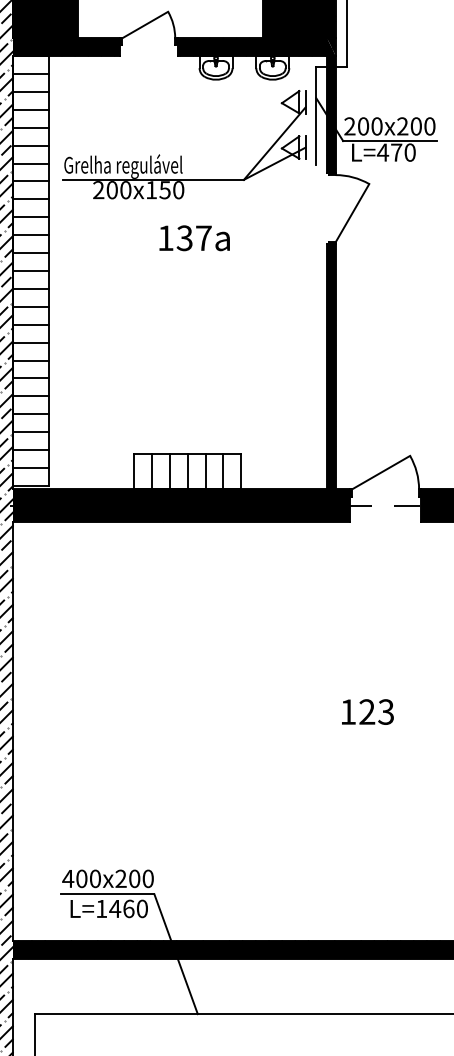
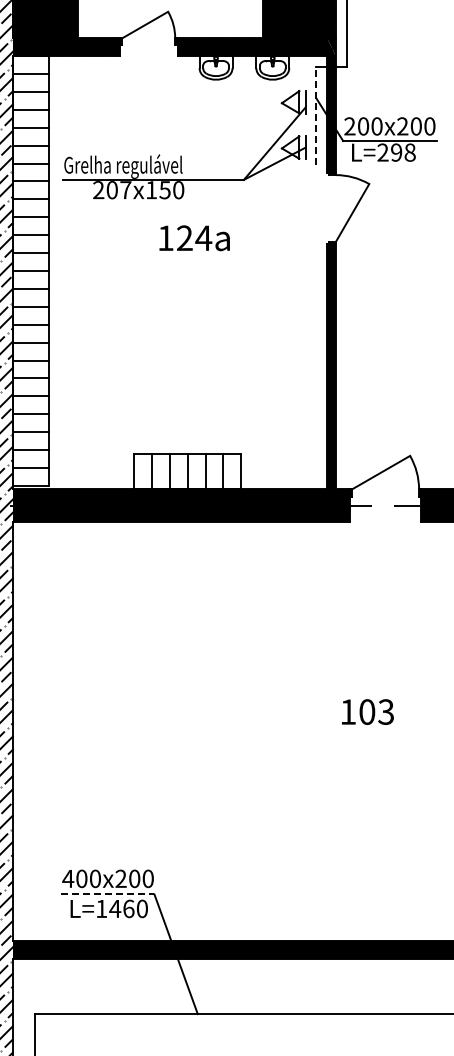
line at (316, 115): solid -> dashed
text at (395, 152): L=470 -> L=298
text at (125, 190): 200 -> 207
text at (194, 238): 137 -> 124
text at (367, 711): 123 -> 103
line at (107, 894): solid -> dashed
